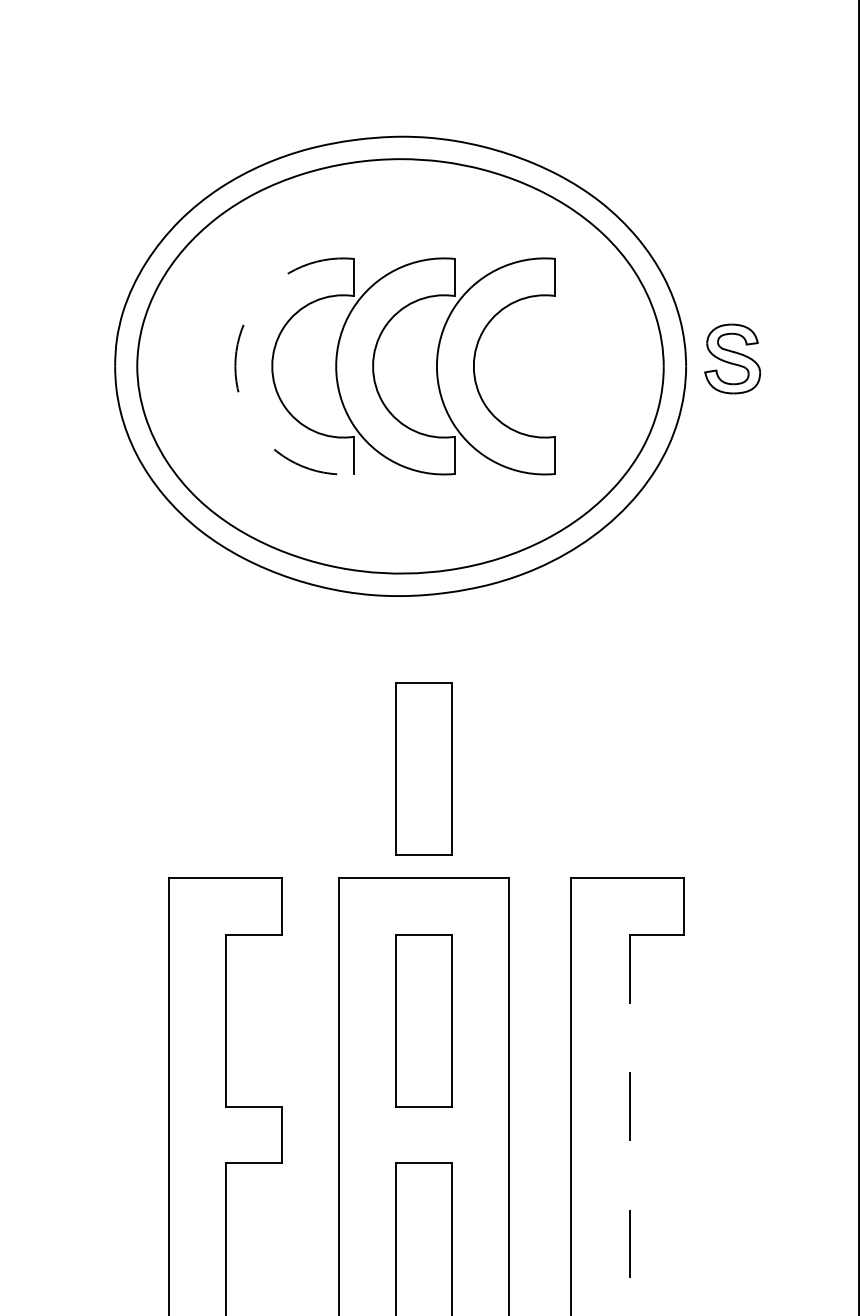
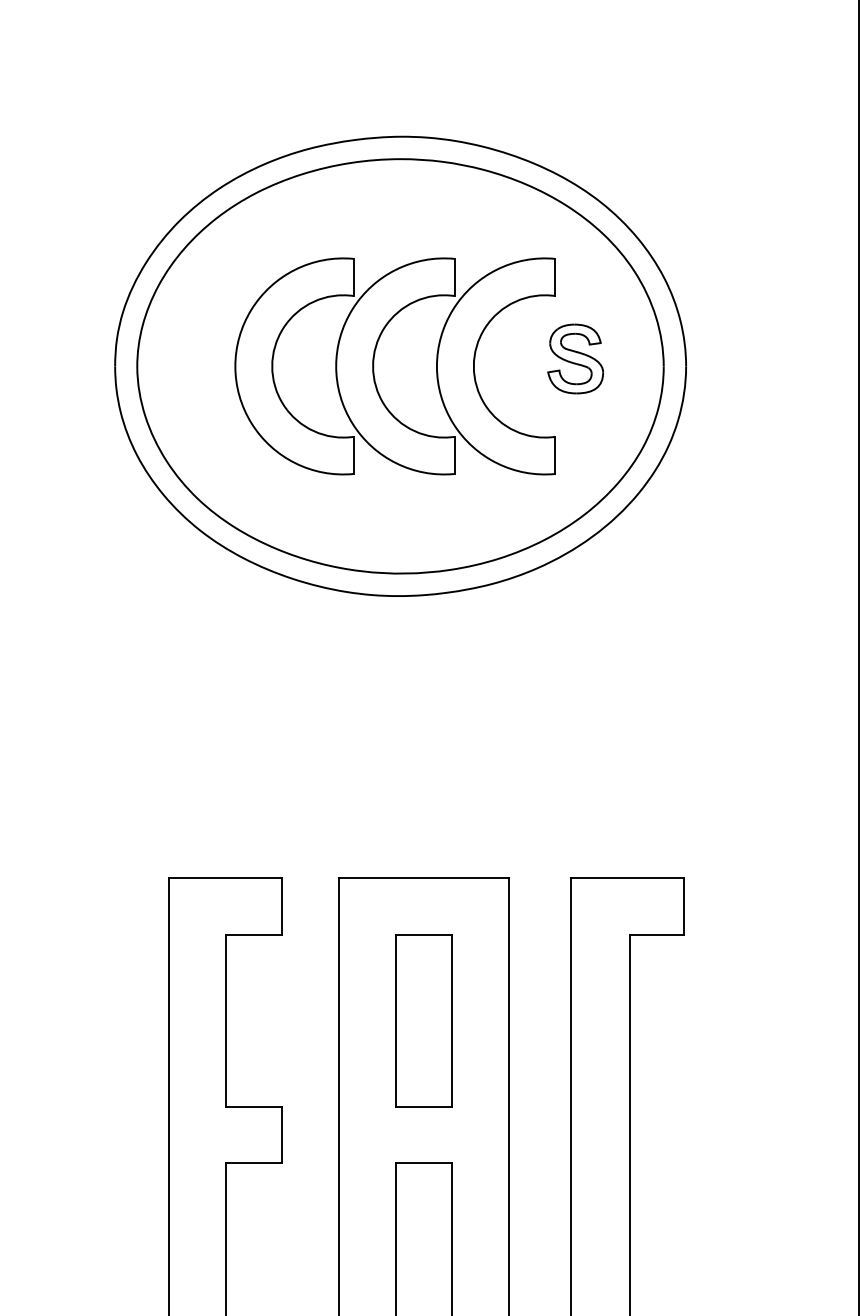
part at (732, 358) position: (732, 358) -> (575, 358)
arc at (235, 366): dashed -> solid
part at (423, 768): present -> none
line at (630, 1125): dashed -> solid
